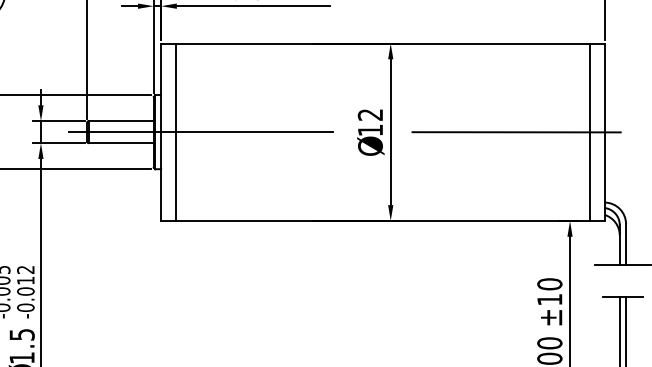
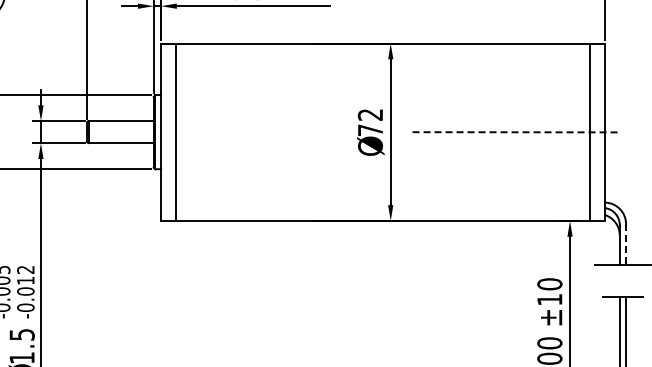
text at (370, 130): 12 -> 72
line at (200, 132): present -> none
line at (517, 132): solid -> dashed
line at (626, 244): solid -> dashed
